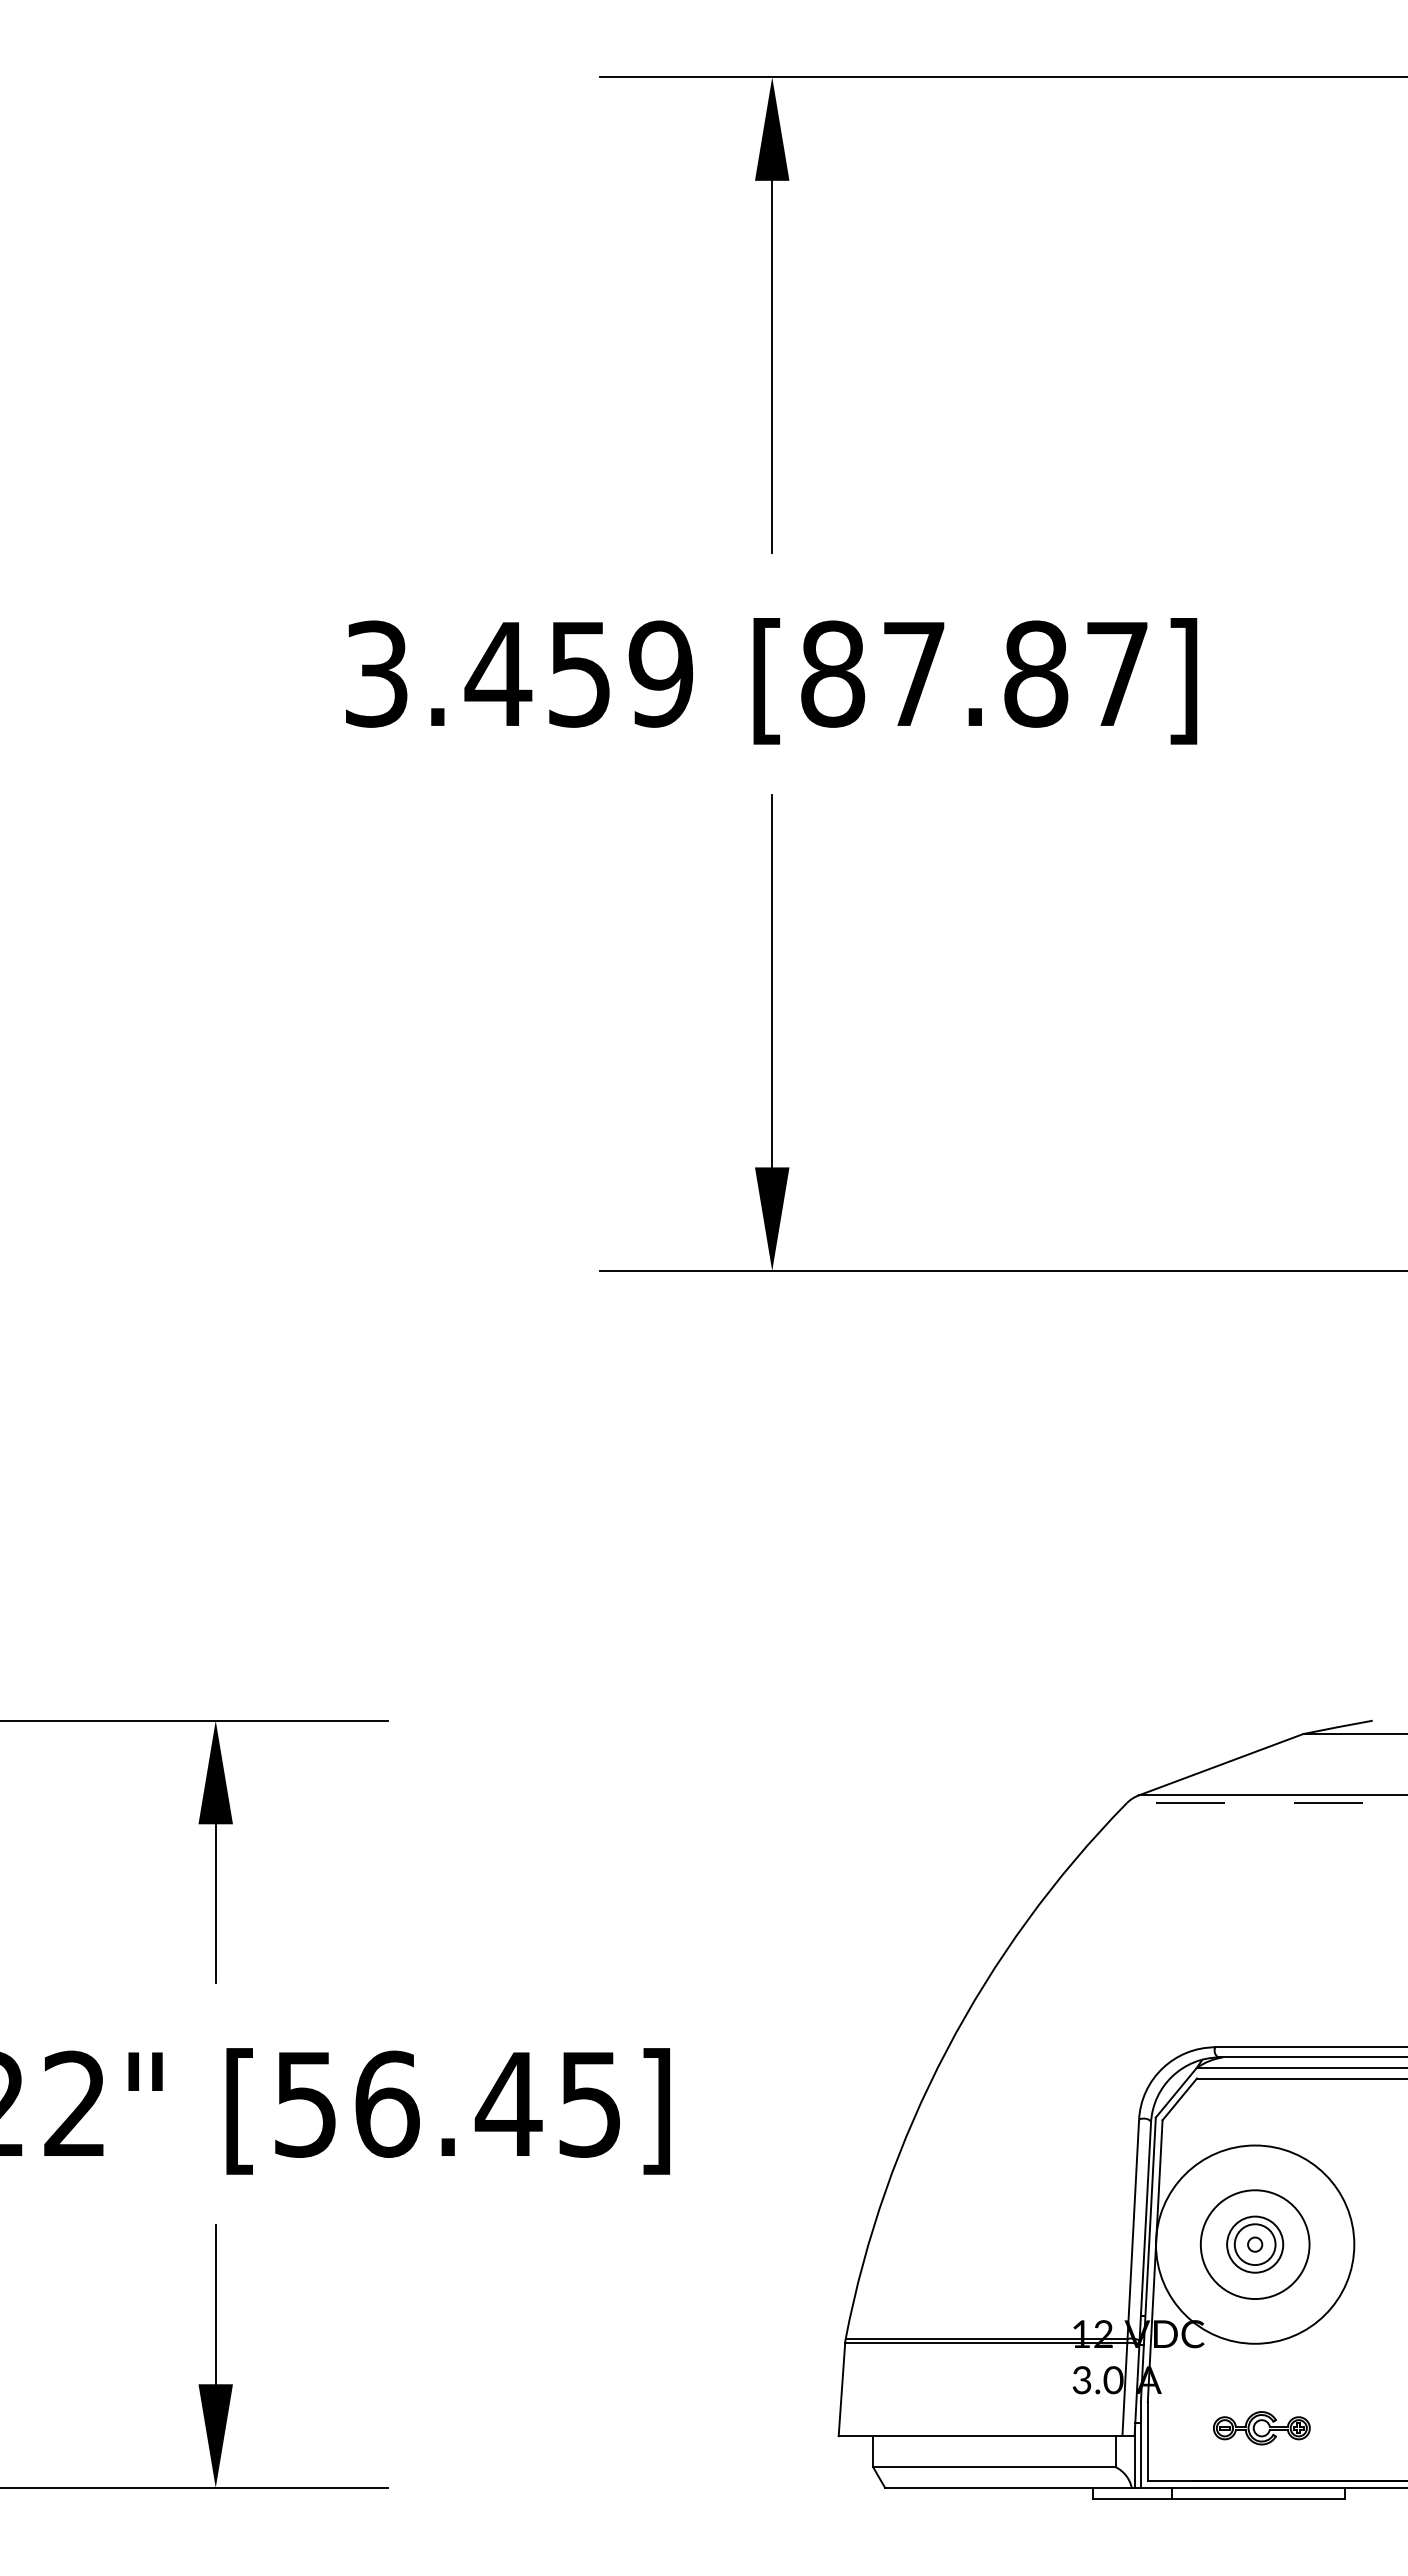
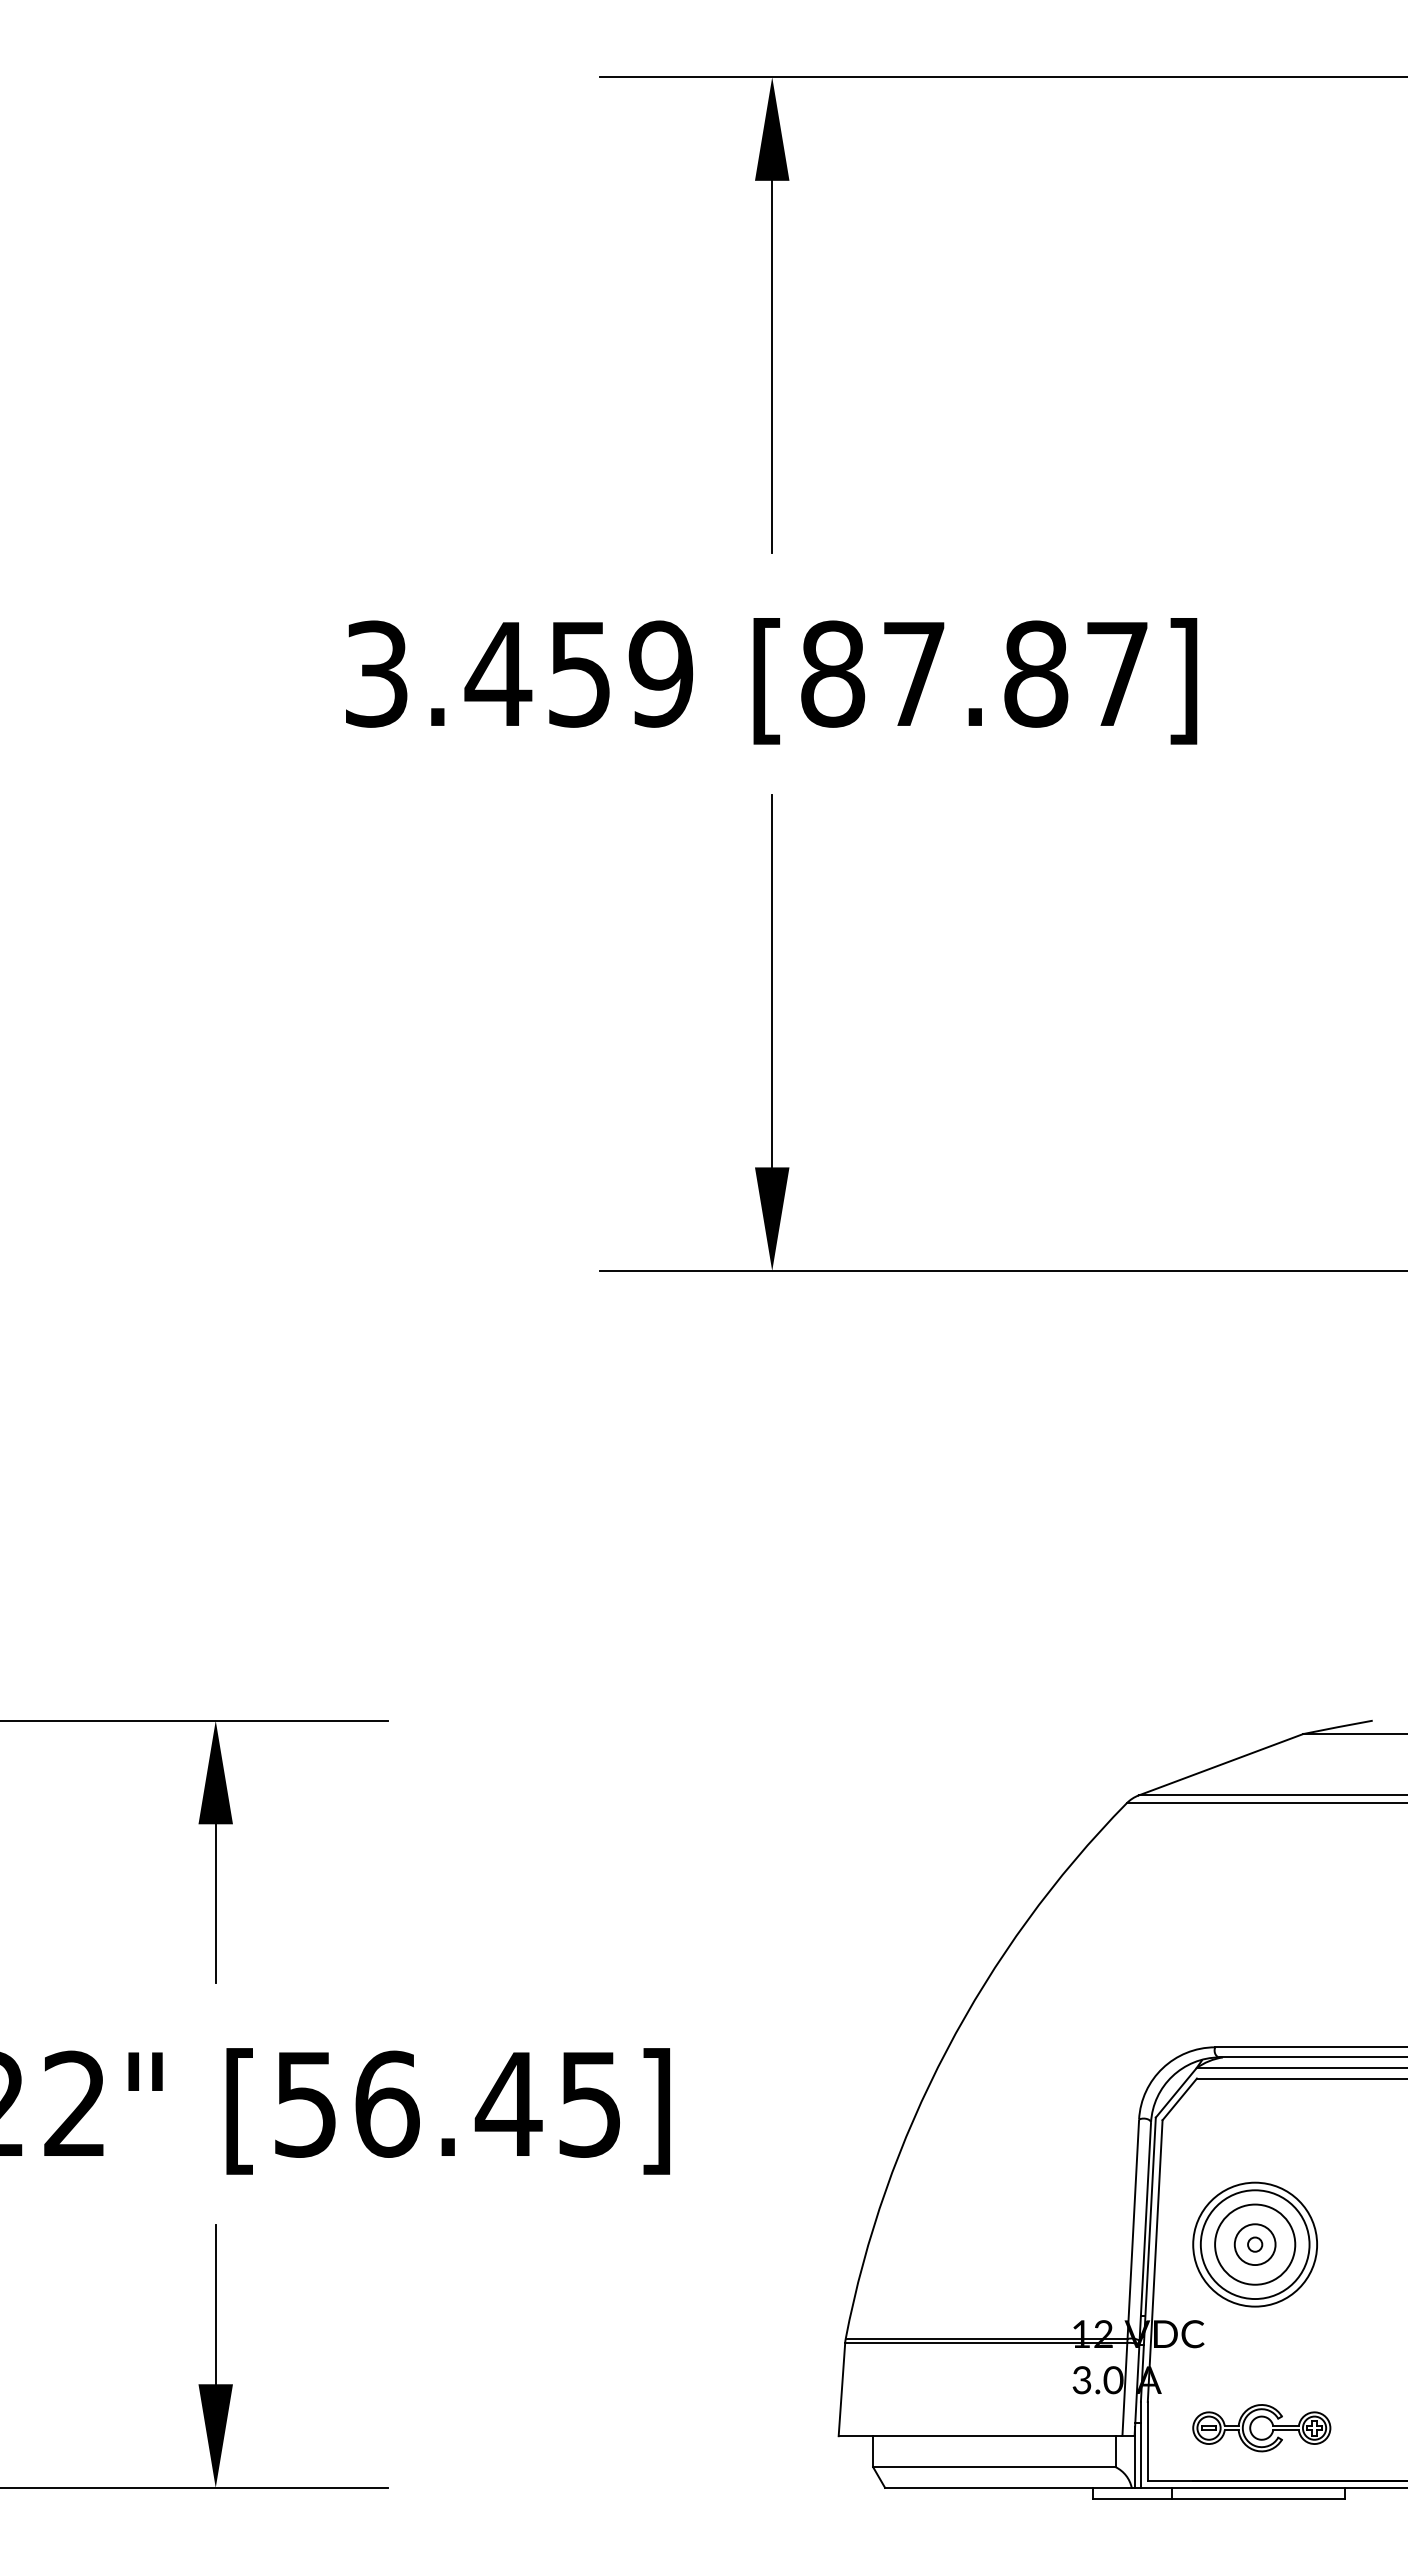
line at (1266, 1803): dashed -> solid
circle at (1255, 2244) diameter: 198 px -> 124 px
circle at (1255, 2244) diameter: 56 px -> 80 px
part at (1261, 2428) size: 98x35 px -> 140x49 px
